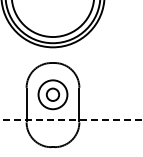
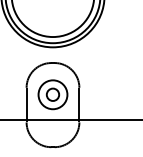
line at (71, 119): dashed -> solid
